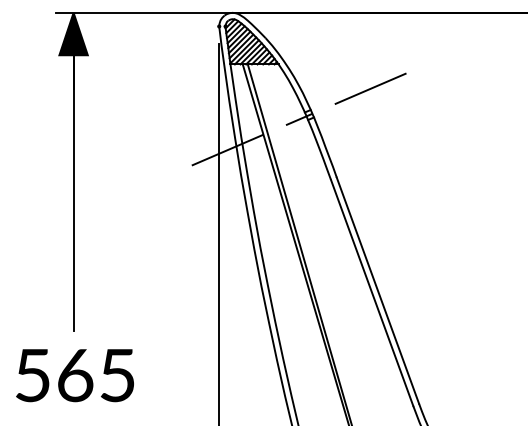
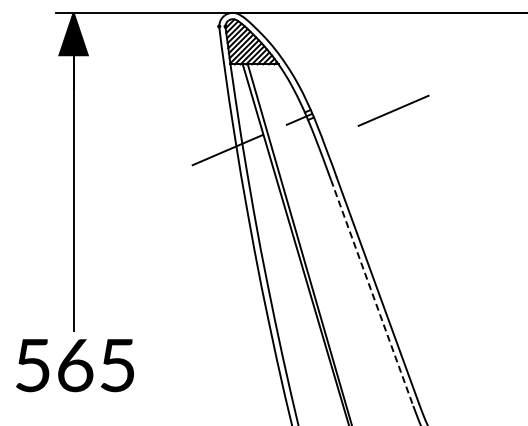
line at (370, 88) position: (370, 88) -> (393, 110)
line at (219, 233): present -> none
line at (372, 293): solid -> dashed
text at (74, 375) position: (74, 375) -> (74, 365)
